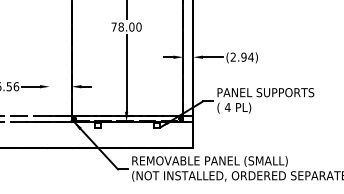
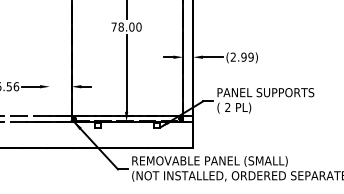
text at (250, 56): (2.94) -> (2.99)
text at (227, 106): 4 -> 2
